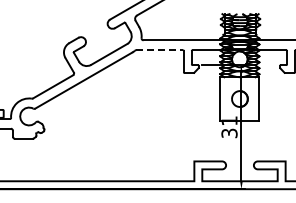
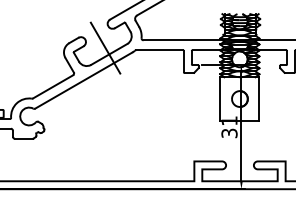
line at (105, 47): none -> present
line at (160, 50): dashed -> solid
